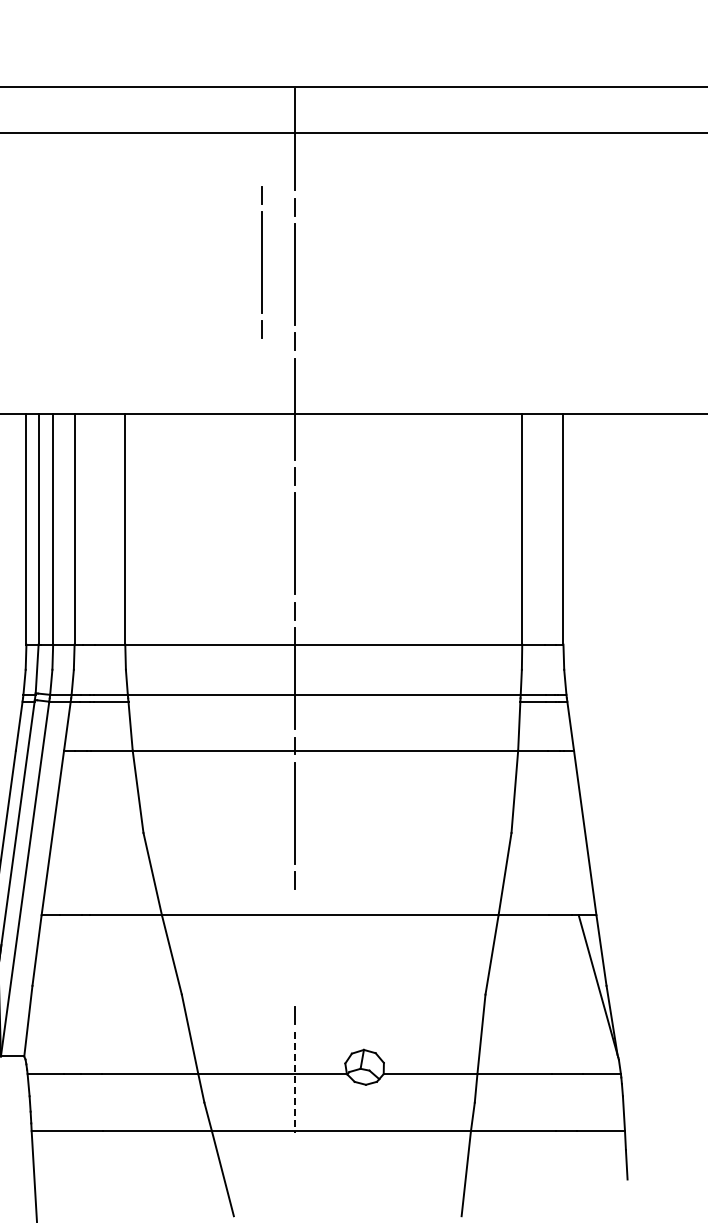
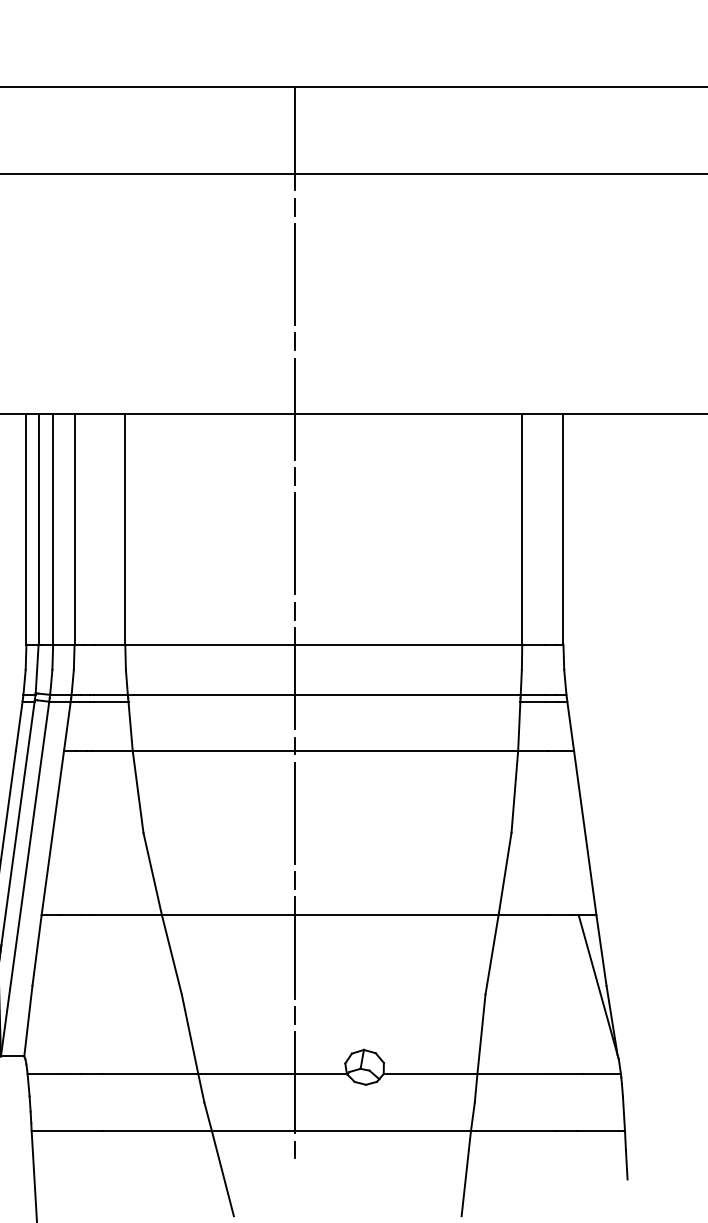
line at (353, 132) position: (353, 132) -> (353, 173)
line at (261, 262): present -> none
line at (294, 947): none -> present
line at (294, 1082): dashed -> solid
line at (294, 1149): none -> present
